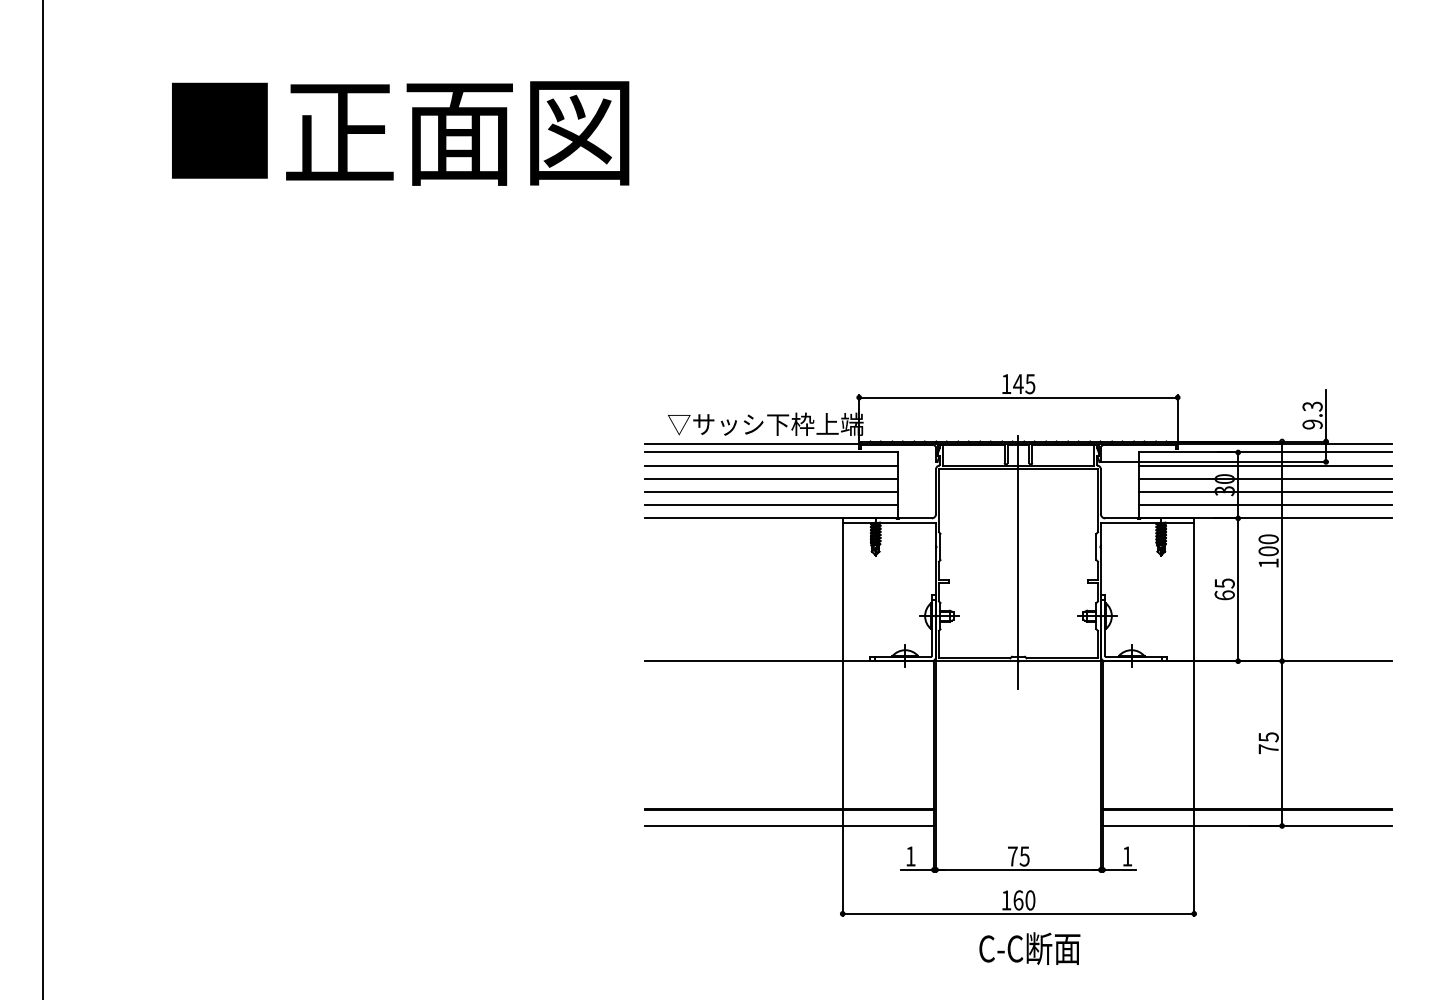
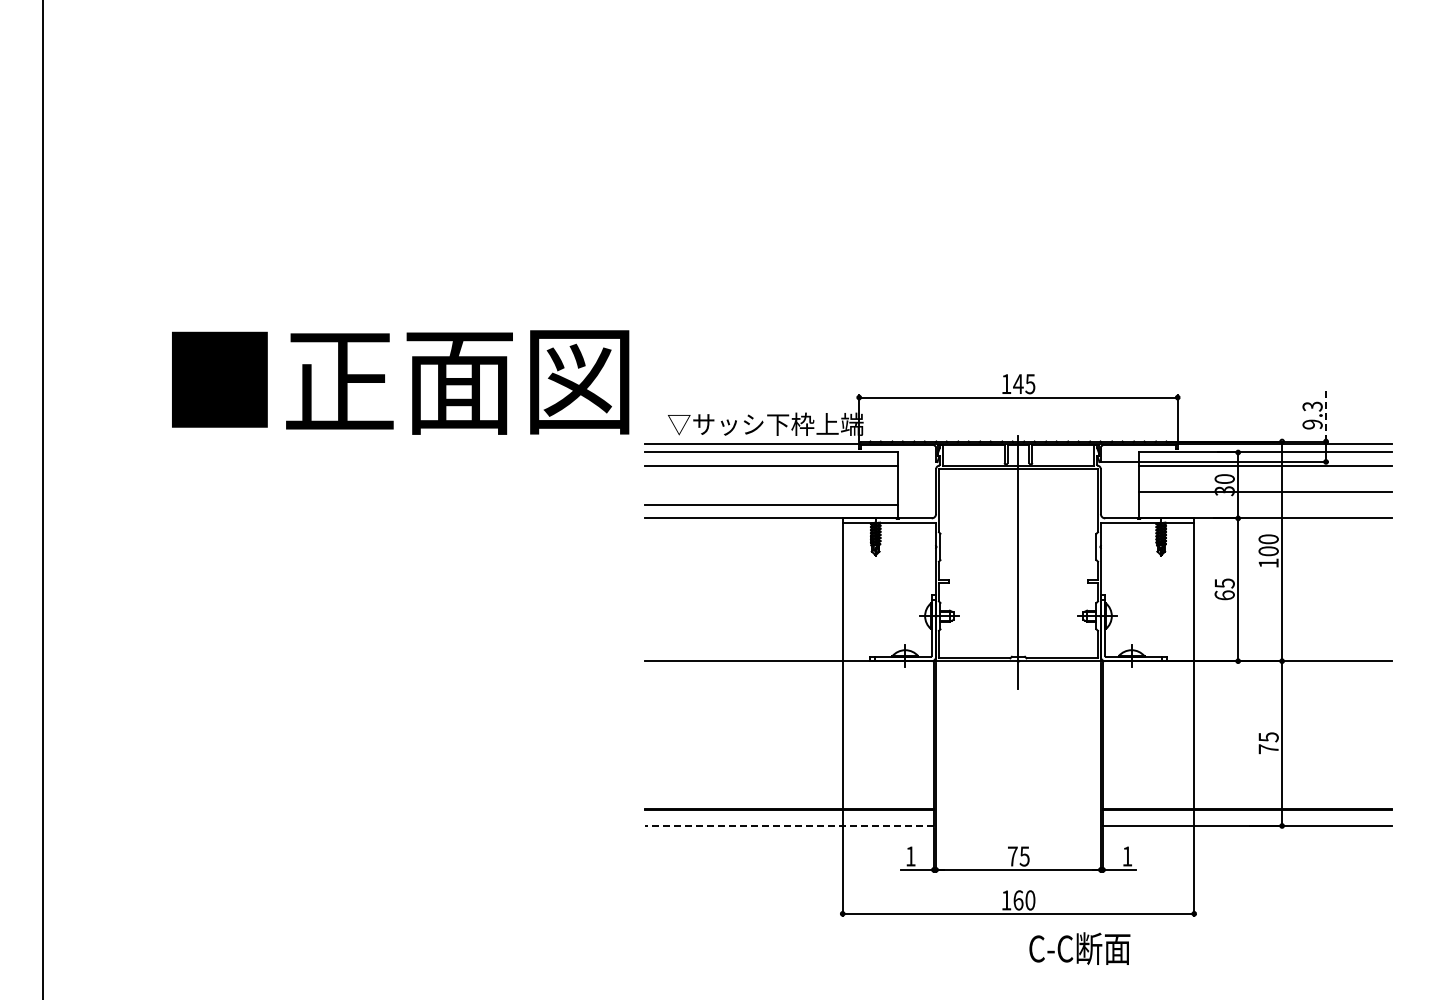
text at (400, 133) position: (400, 133) -> (400, 382)
line at (1326, 415): solid -> dashed
line at (771, 478): present -> none
line at (1265, 478): present -> none
line at (771, 492): present -> none
line at (1265, 505): present -> none
line at (788, 825): solid -> dashed
text at (1029, 948) position: (1029, 948) -> (1079, 948)
